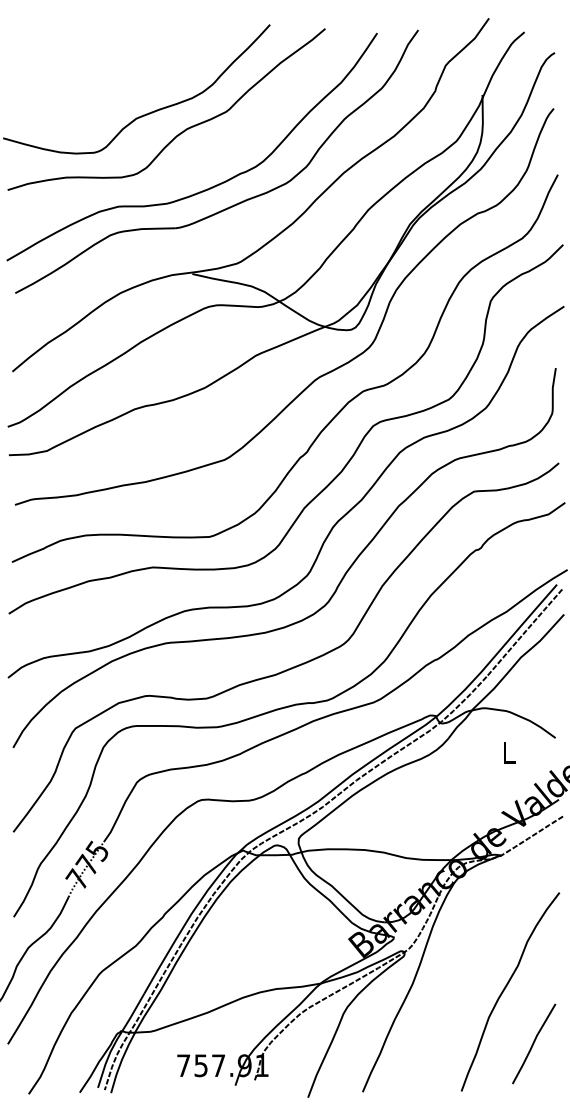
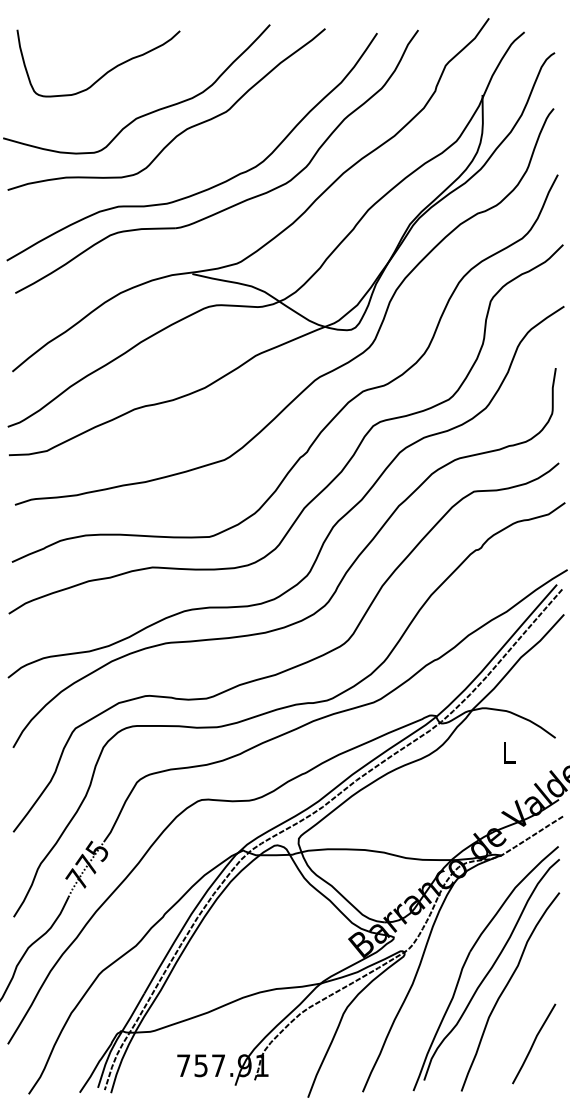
curve at (105, 72): none -> present
part at (485, 968): none -> present
